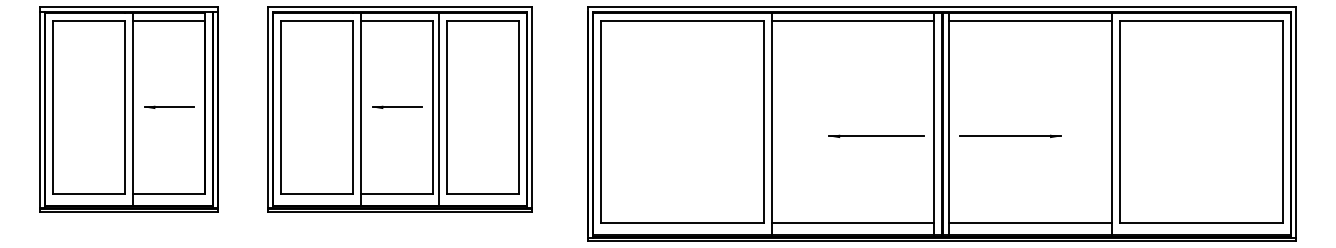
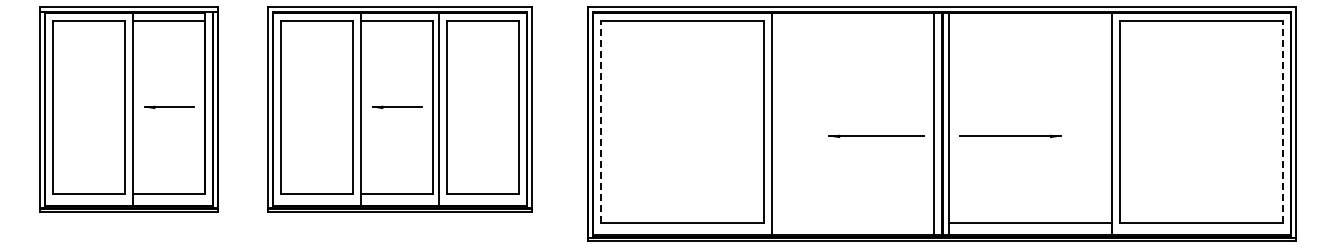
line at (852, 21): present -> none
line at (1030, 21): present -> none
line at (600, 121): solid -> dashed
line at (1282, 121): solid -> dashed
line at (852, 222): present -> none
